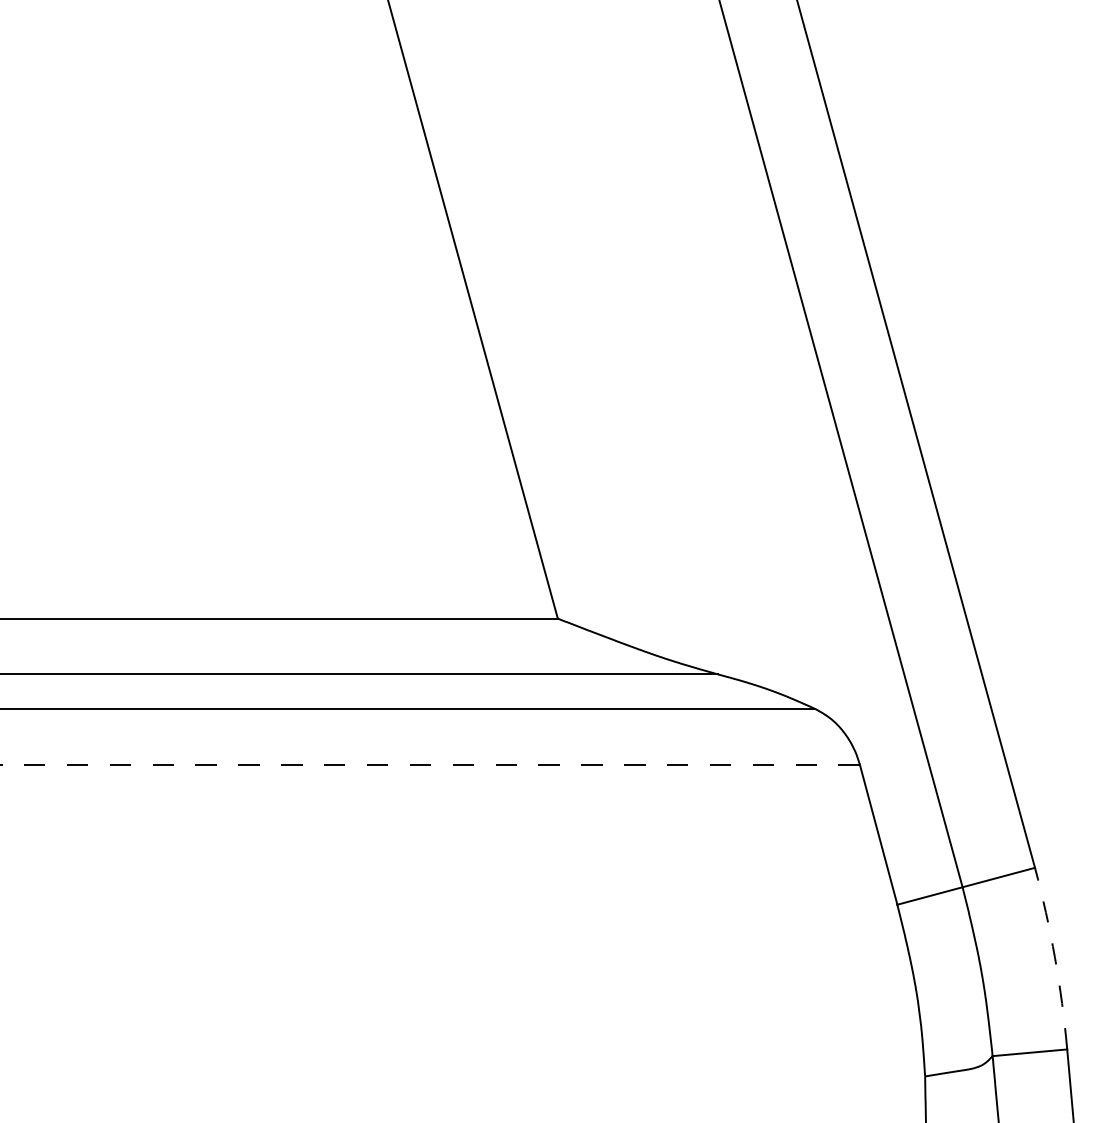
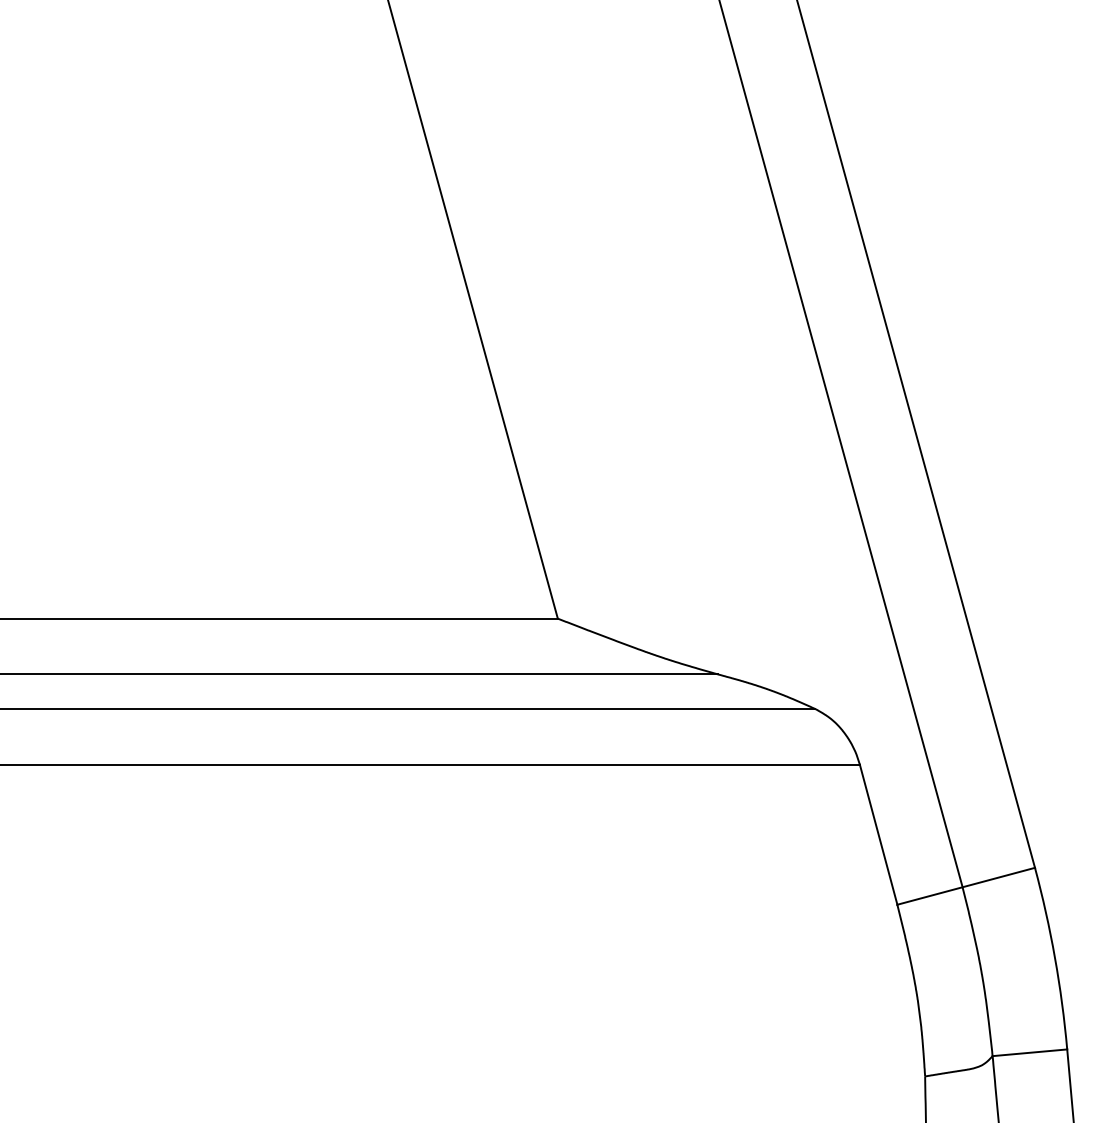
line at (430, 764): dashed -> solid
arc at (1055, 957): dashed -> solid
